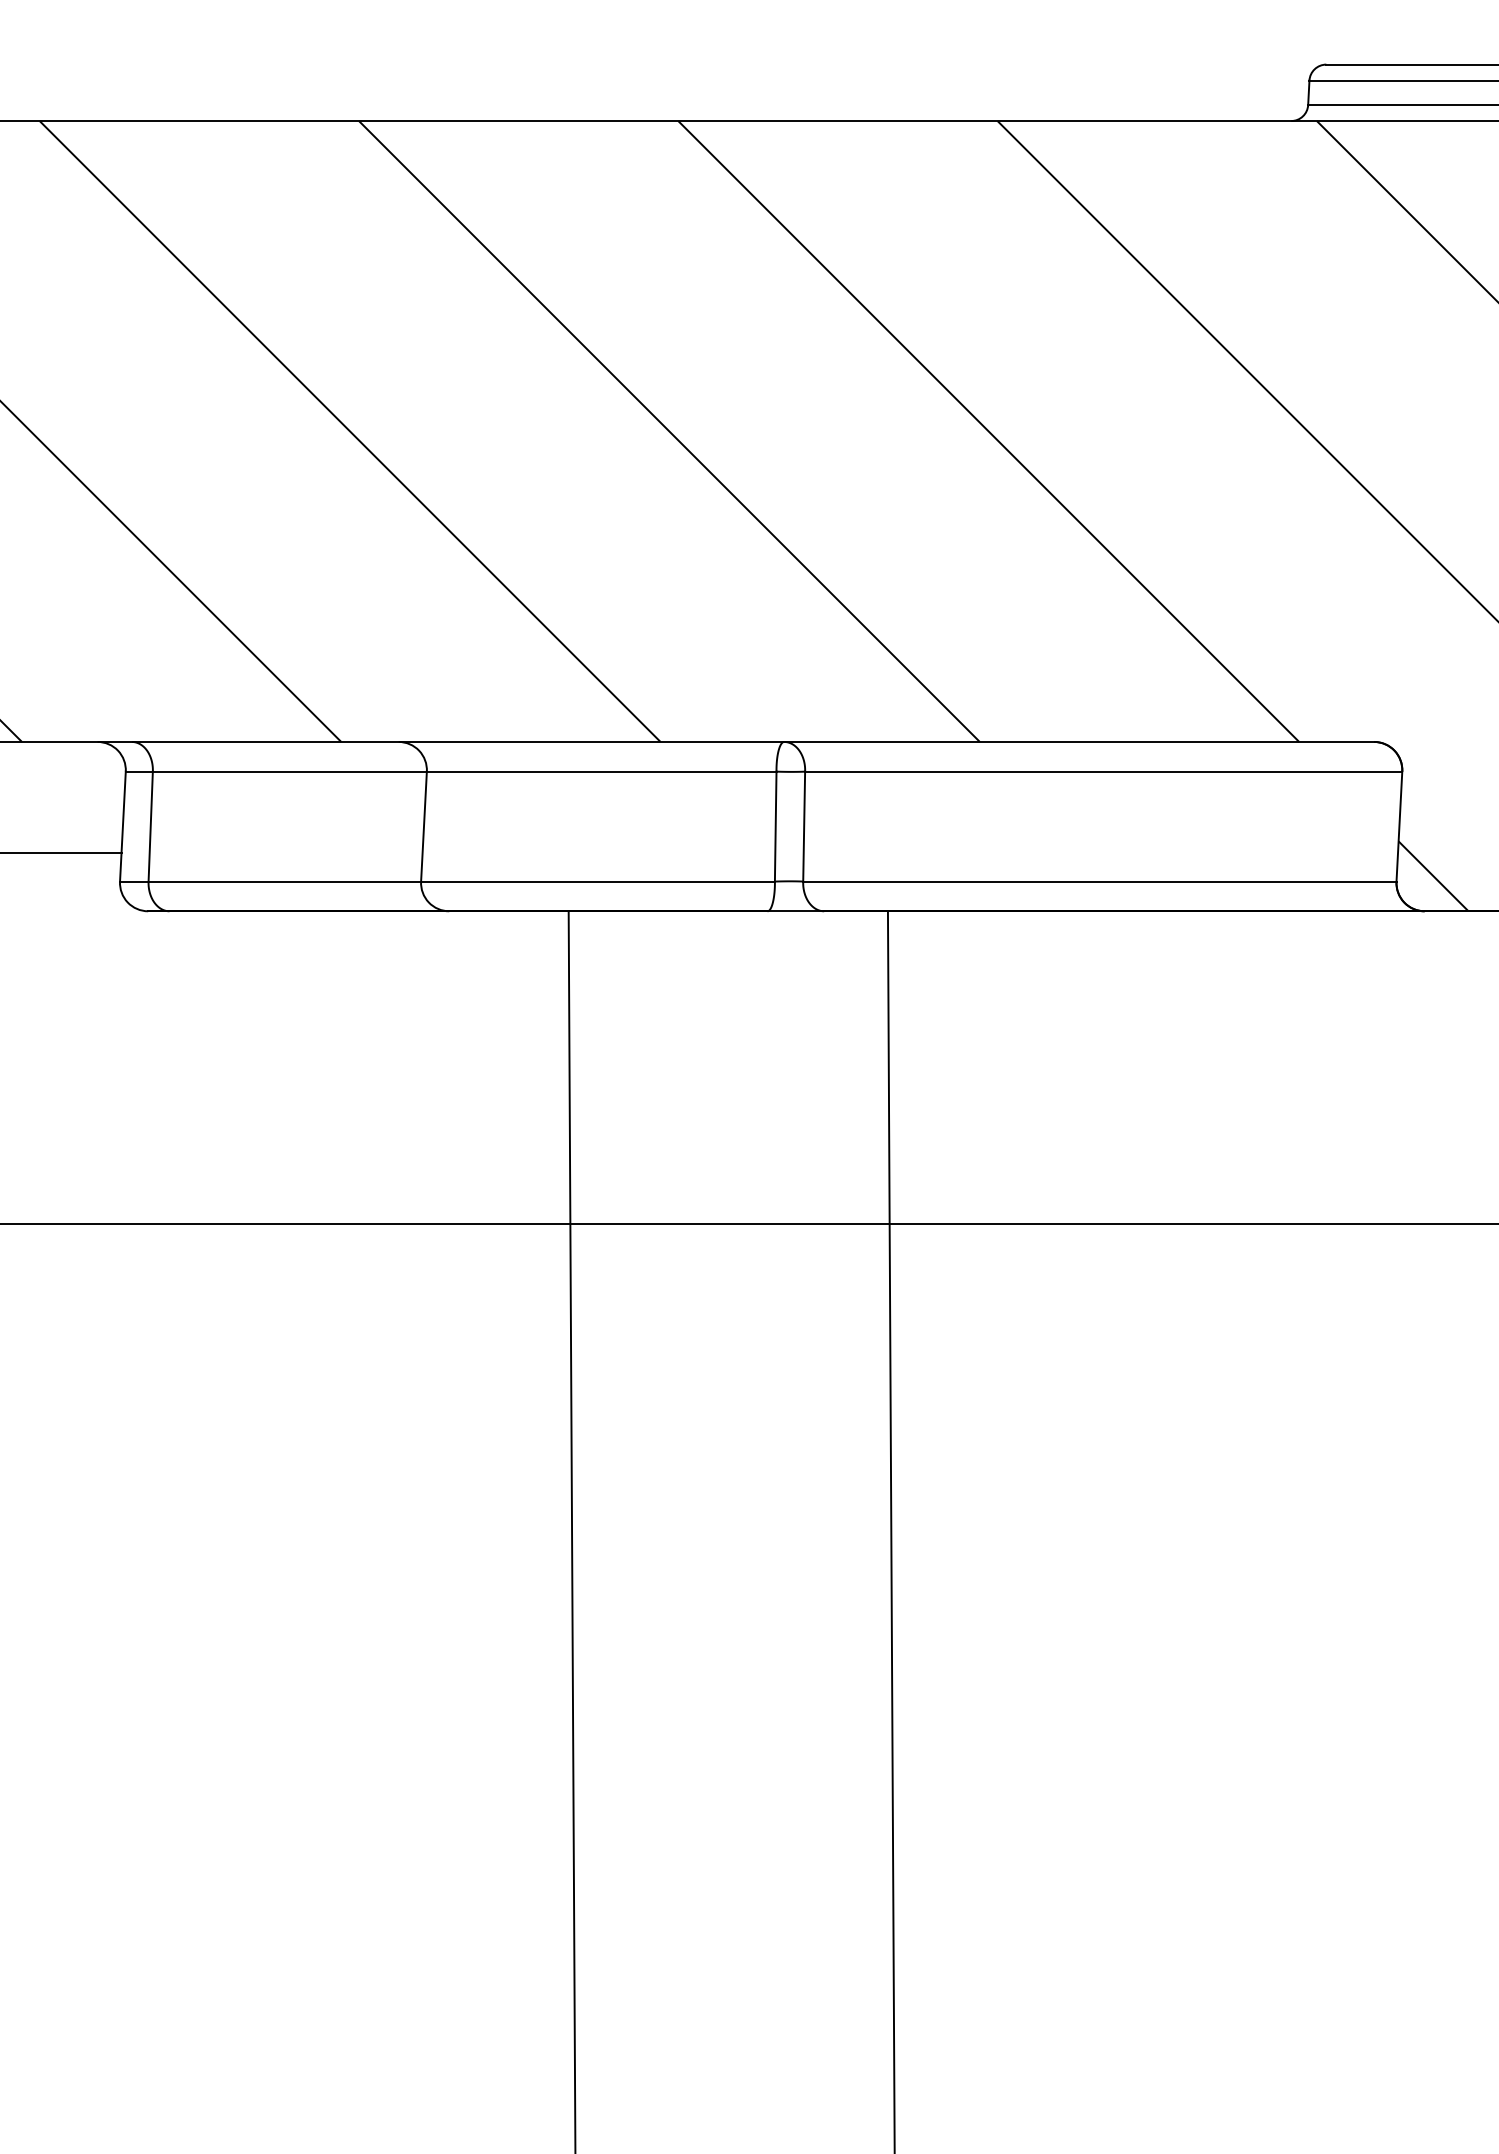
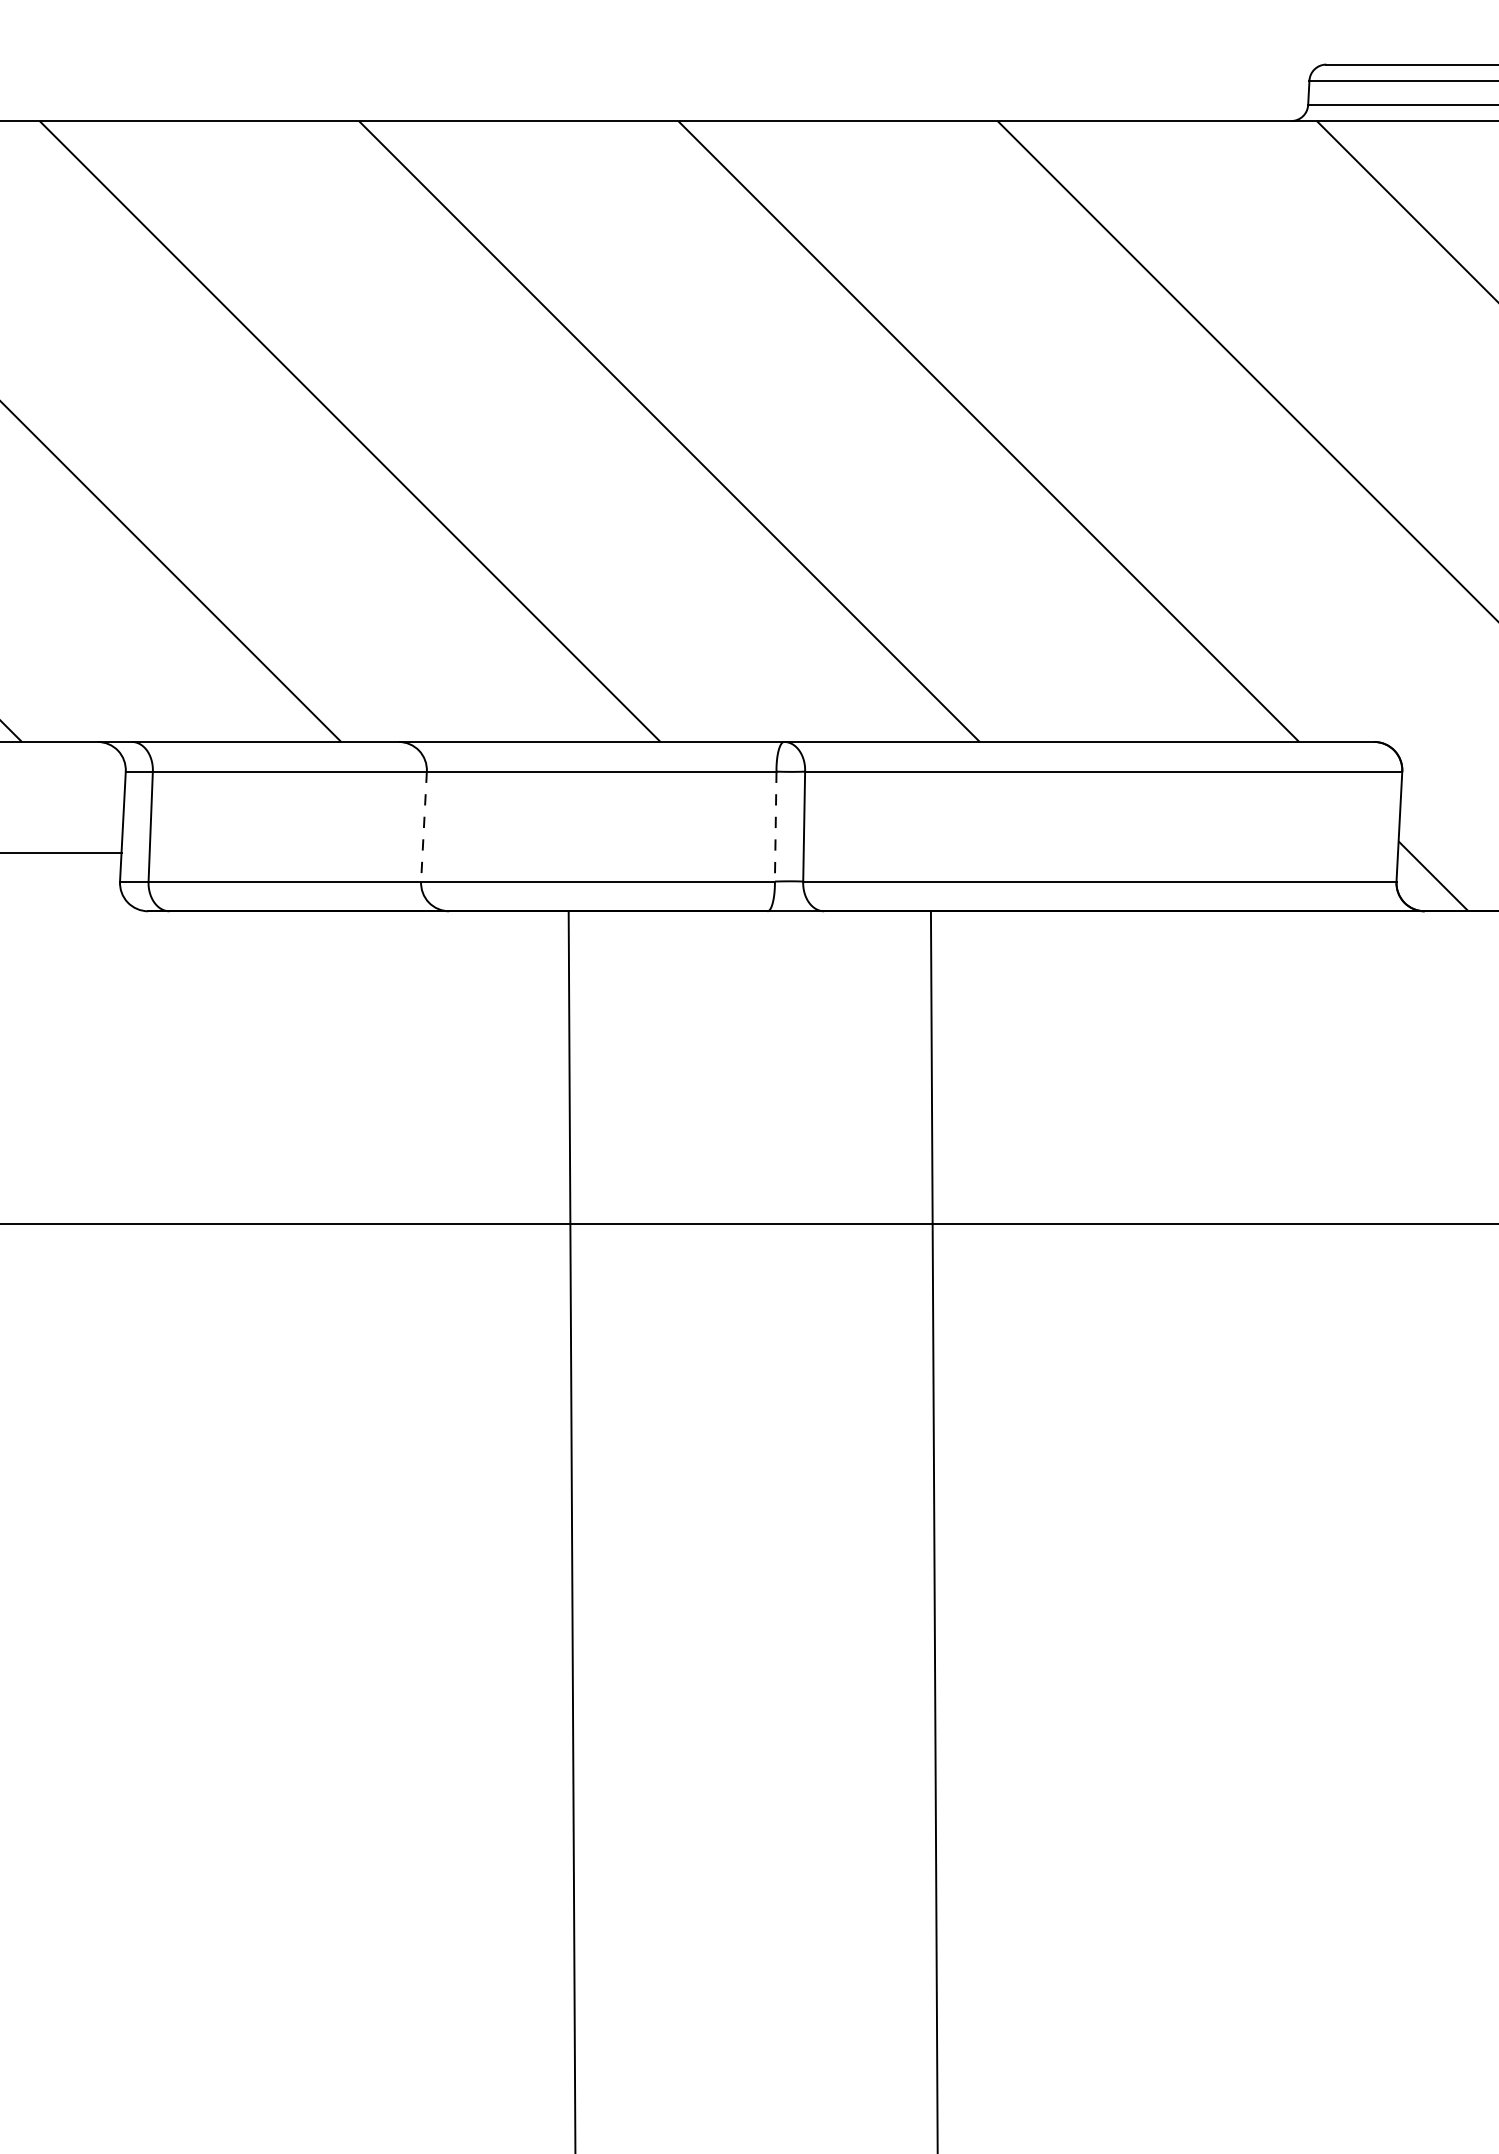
line at (775, 826): solid -> dashed
line at (423, 827): solid -> dashed
line at (890, 1530) position: (890, 1530) -> (933, 1530)
